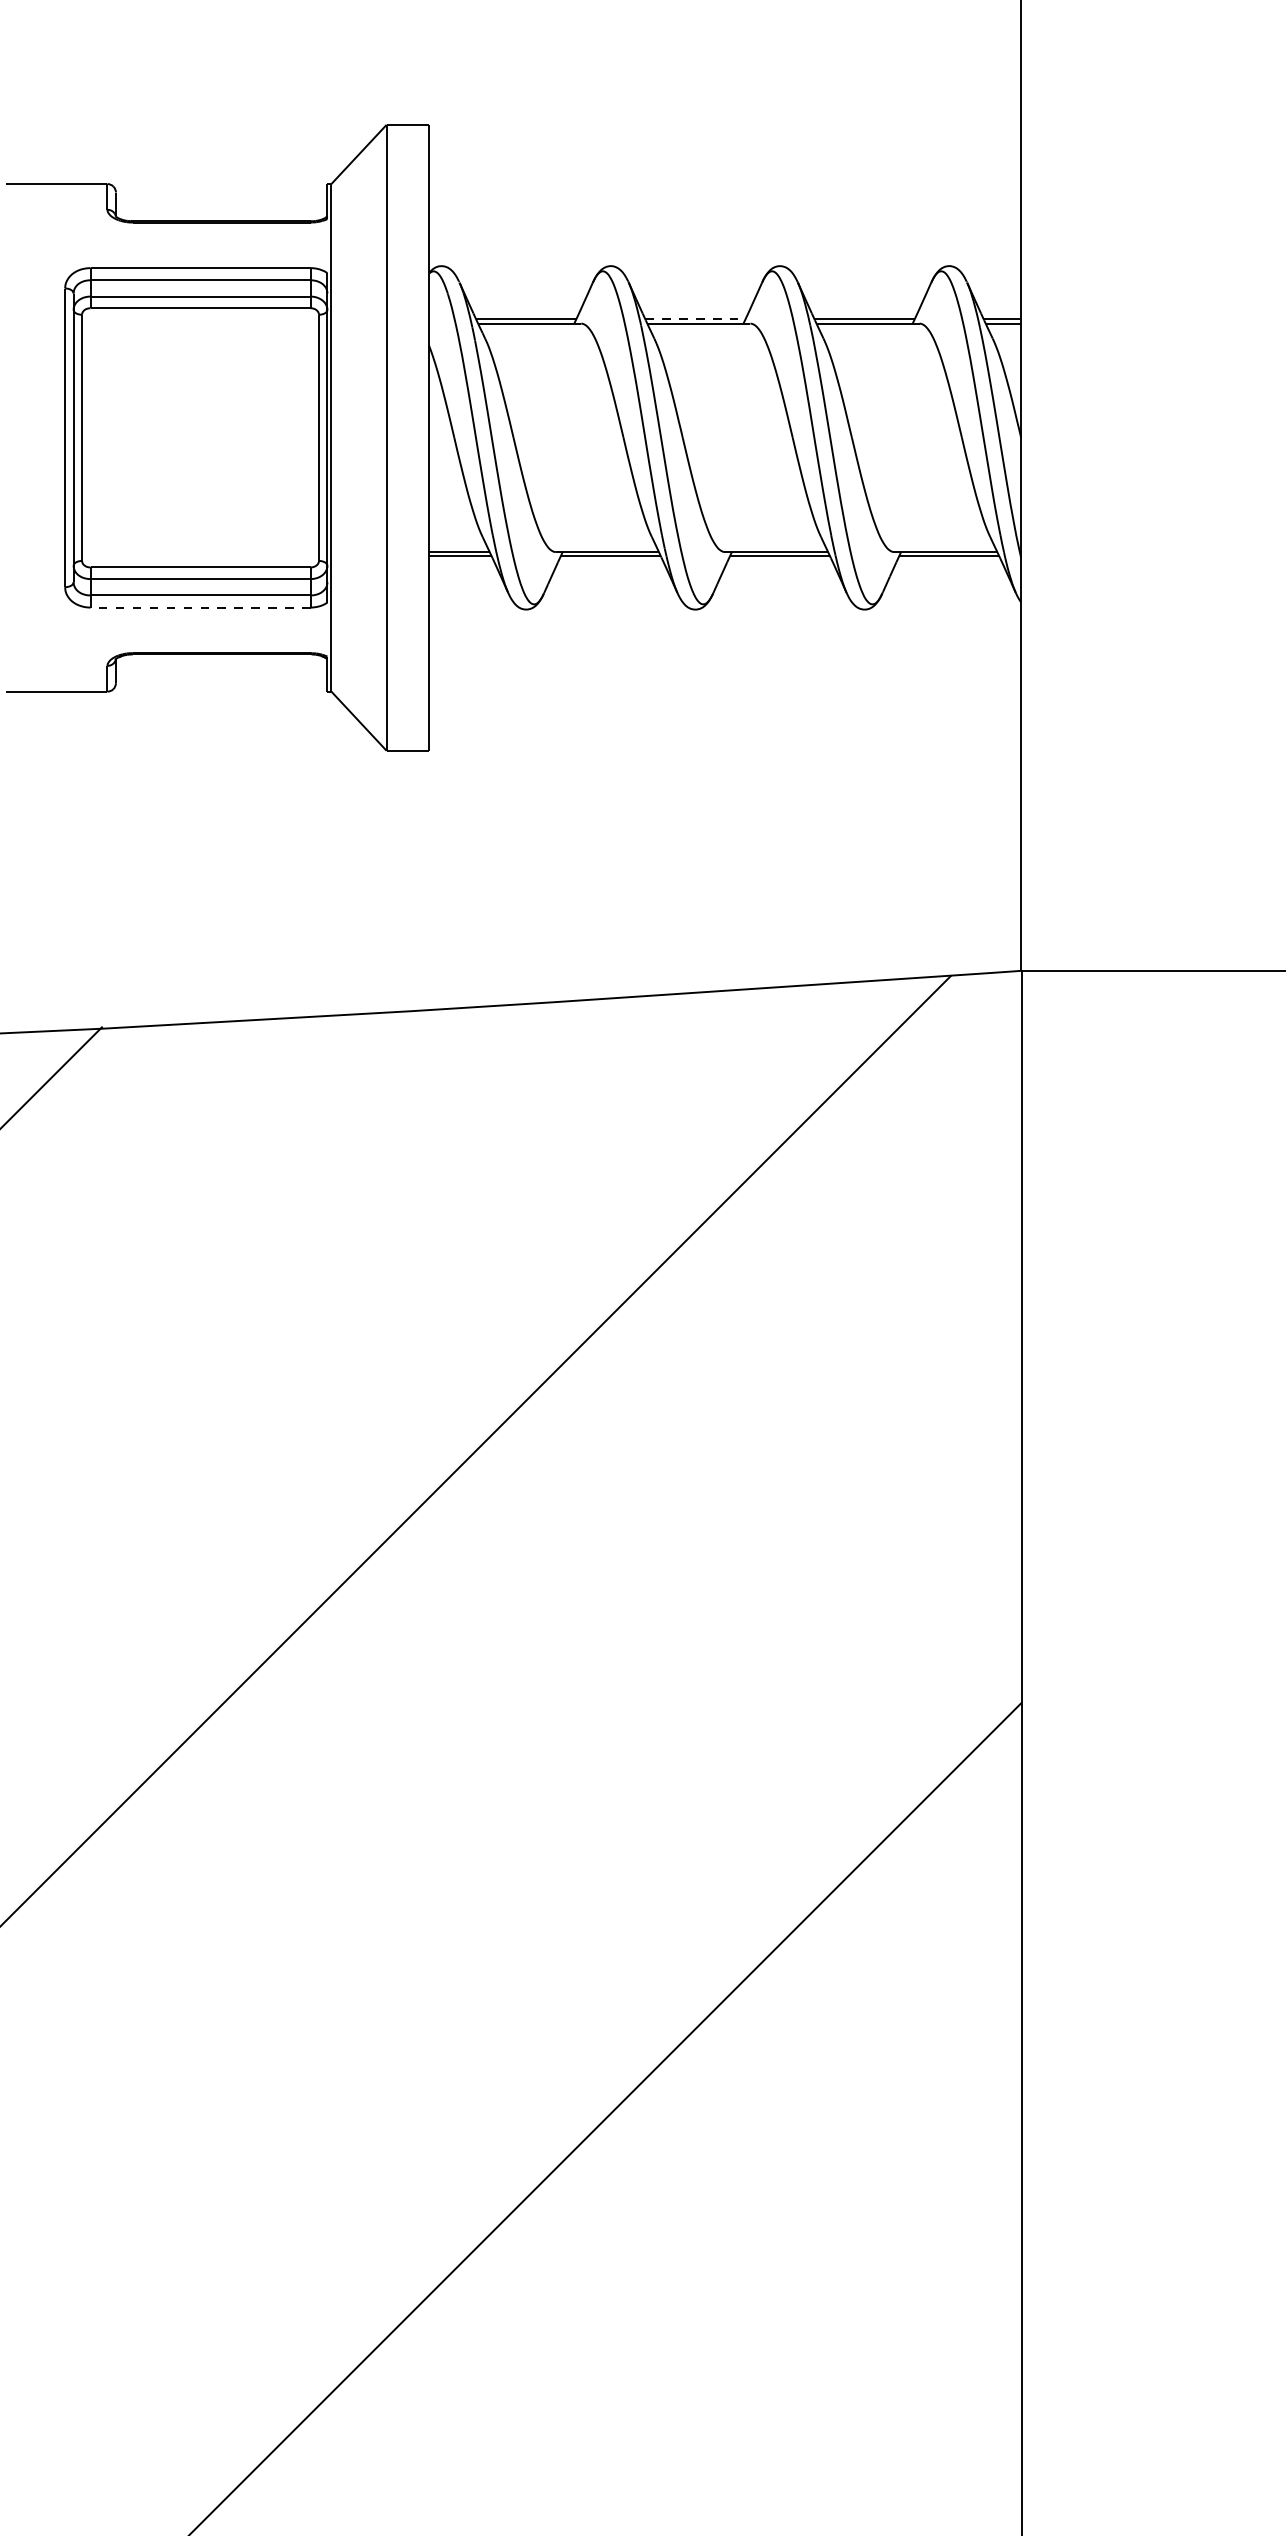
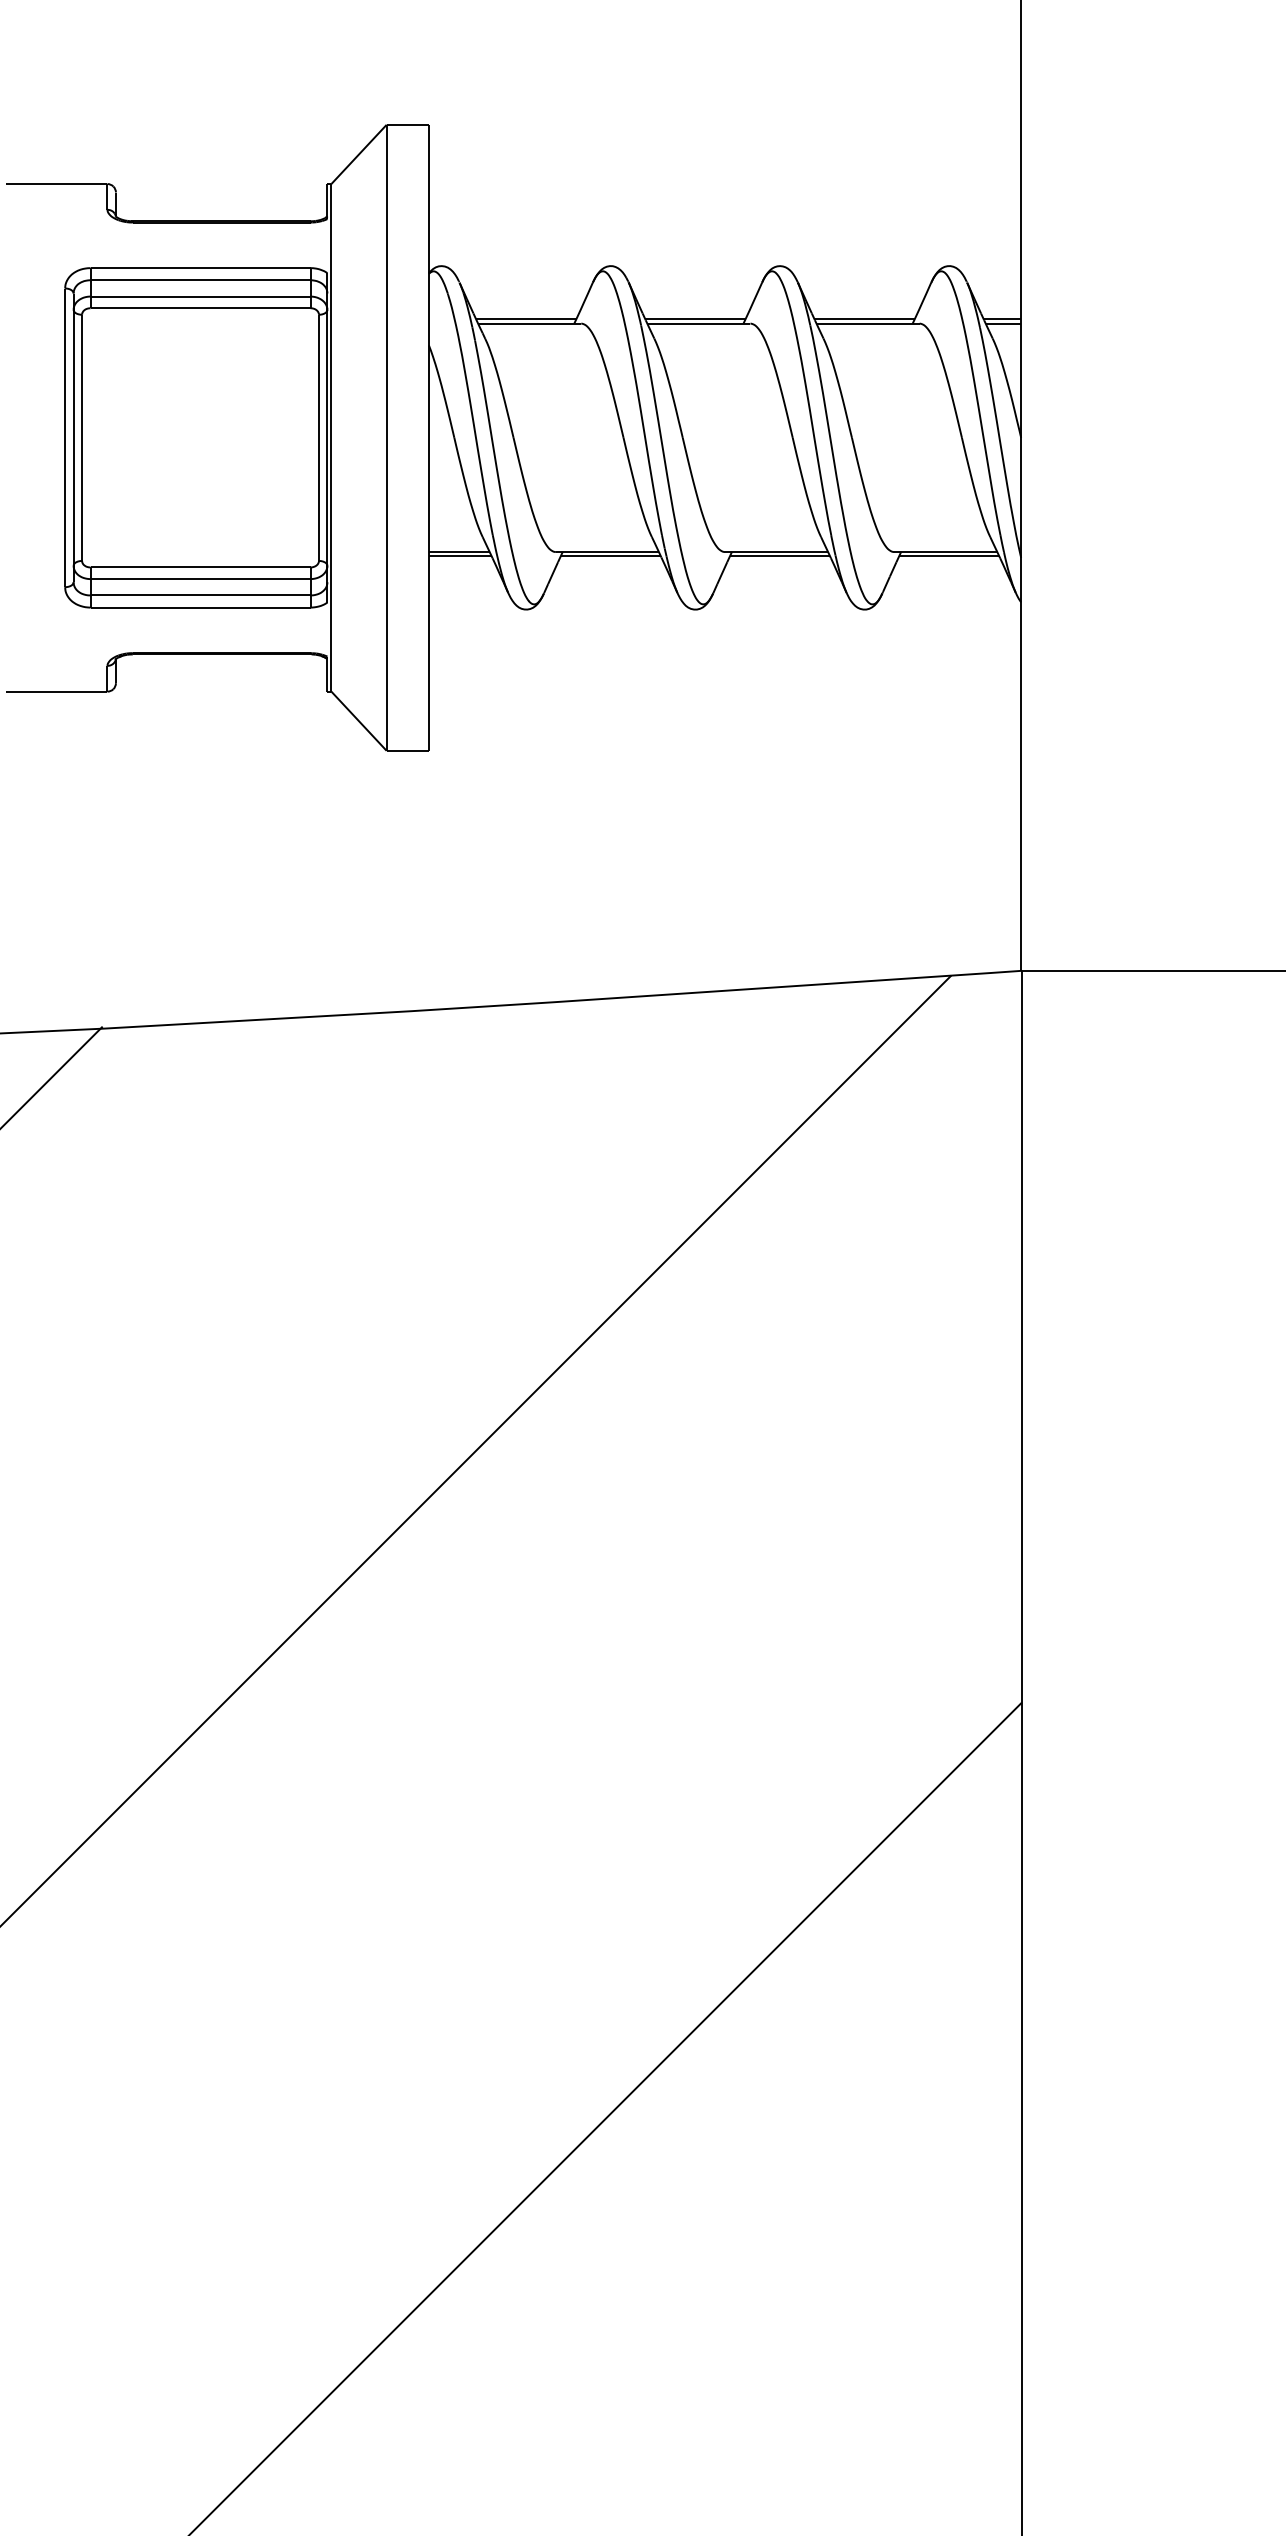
line at (695, 319): dashed -> solid
line at (200, 607): dashed -> solid
